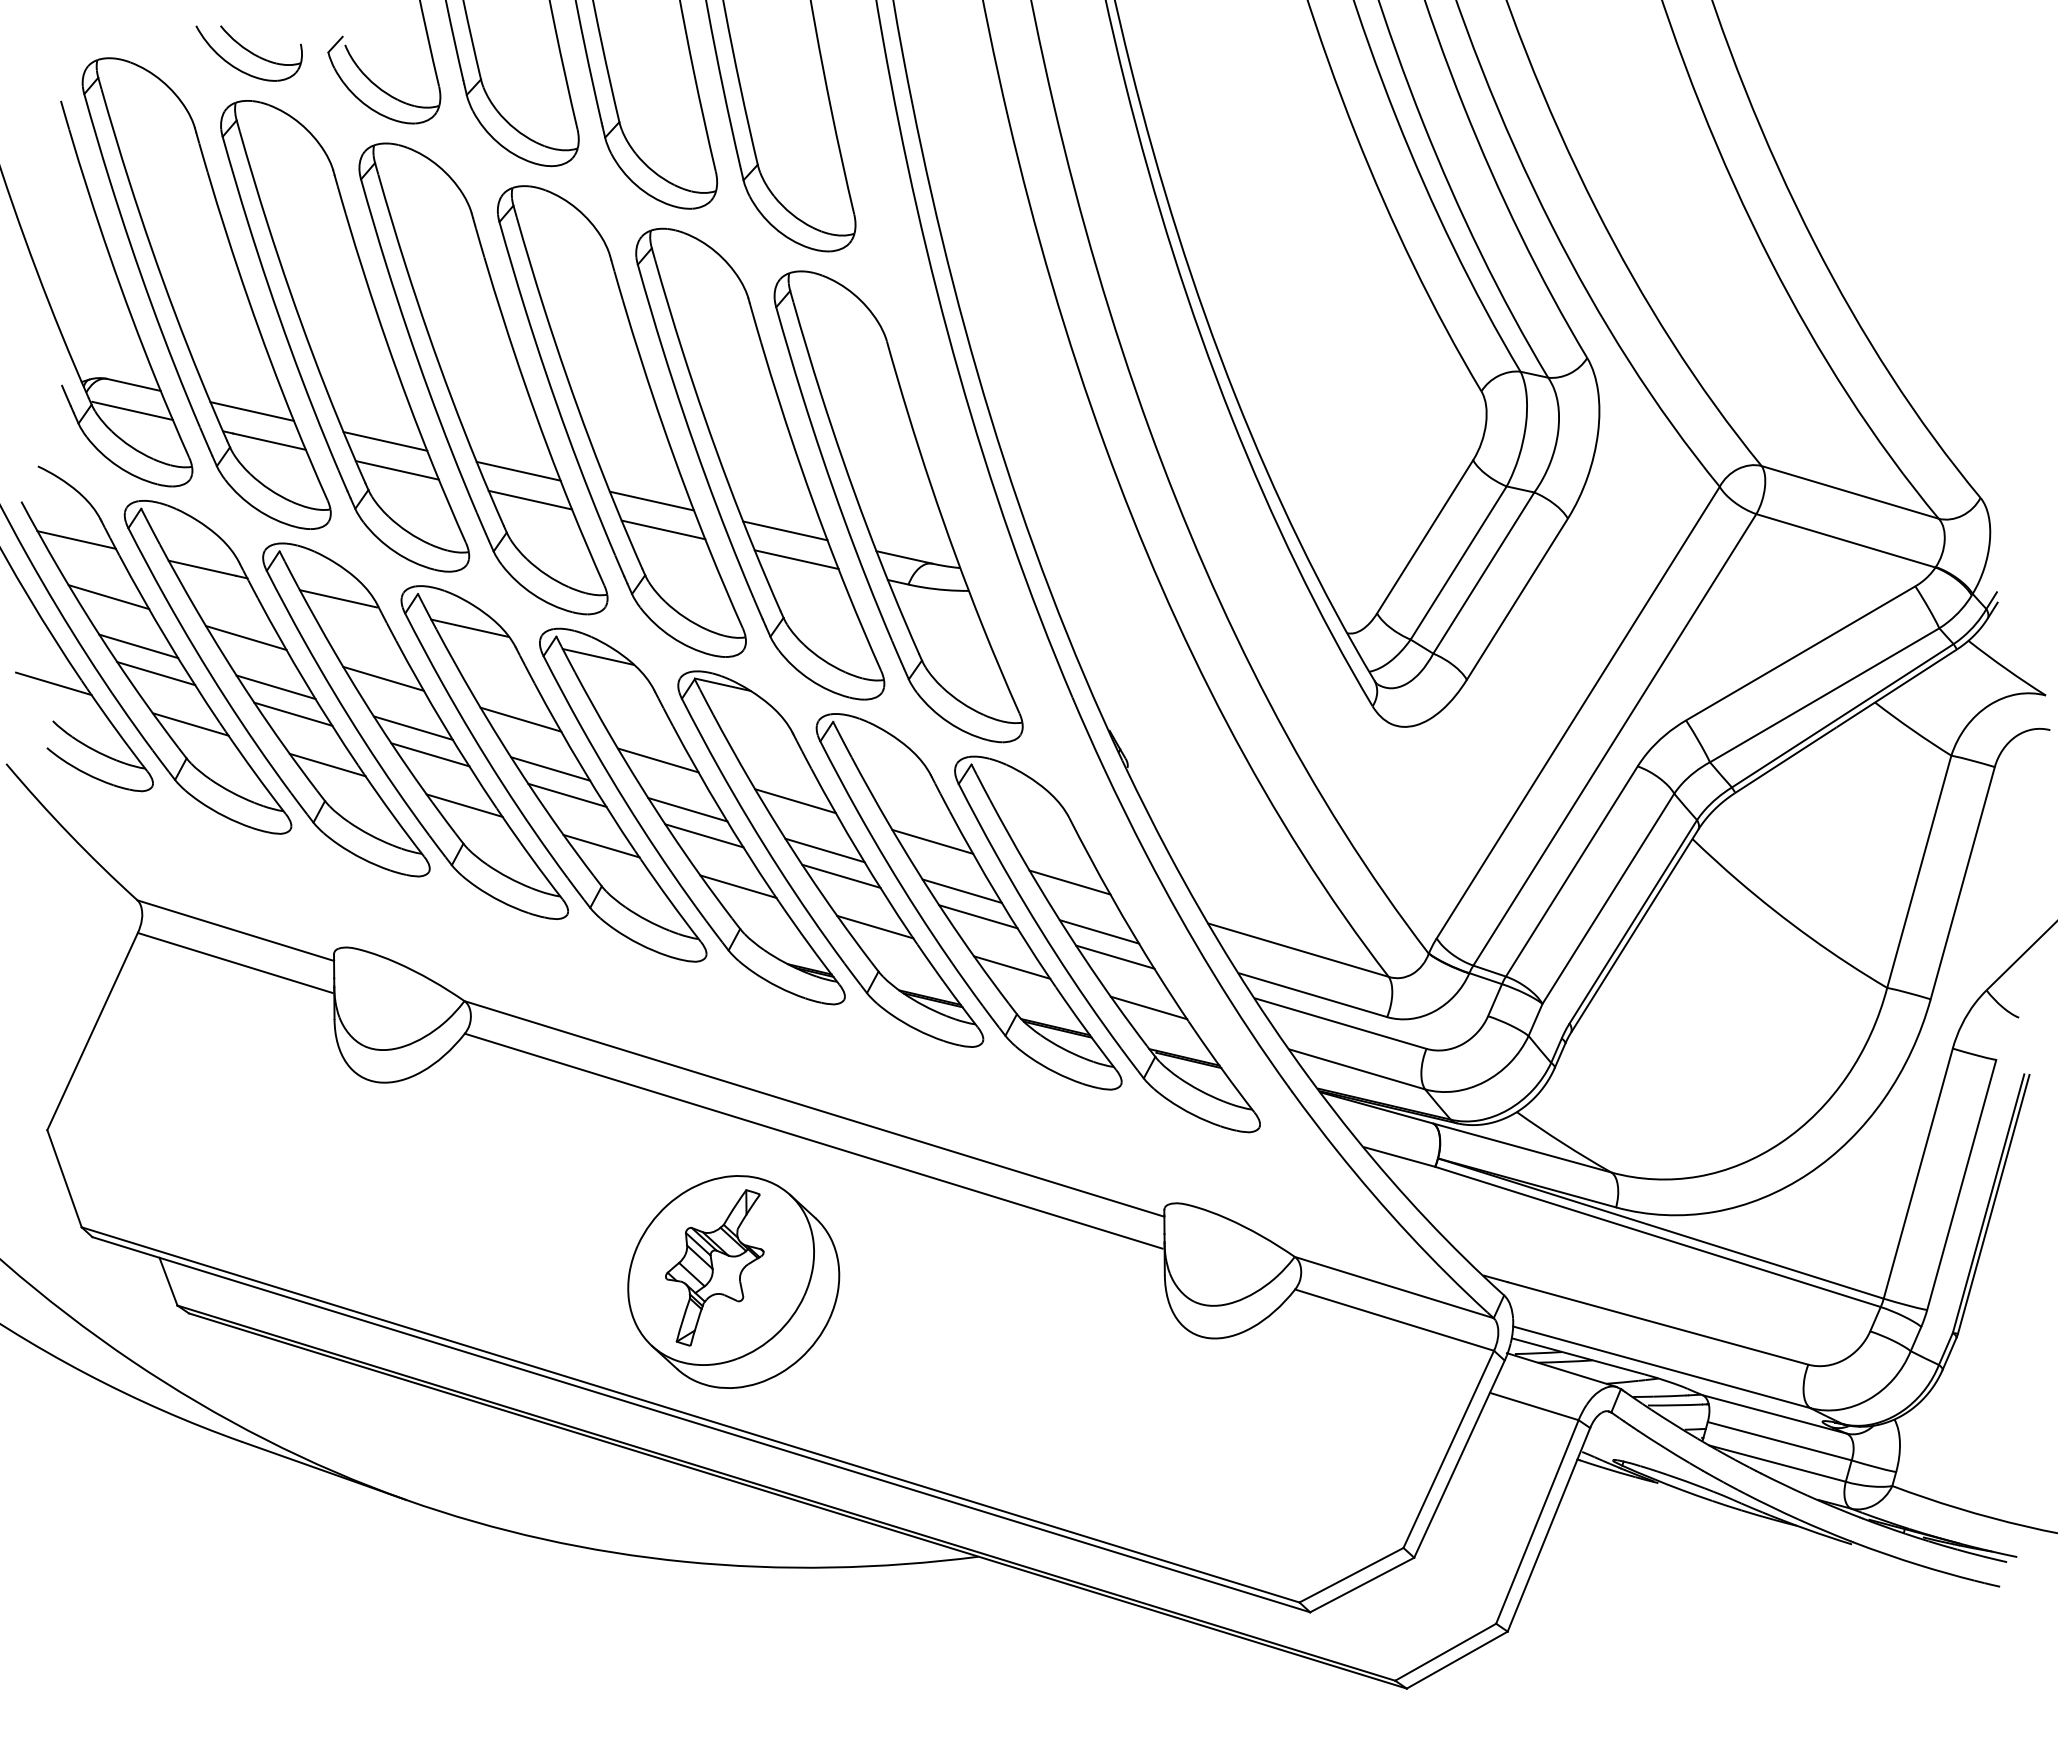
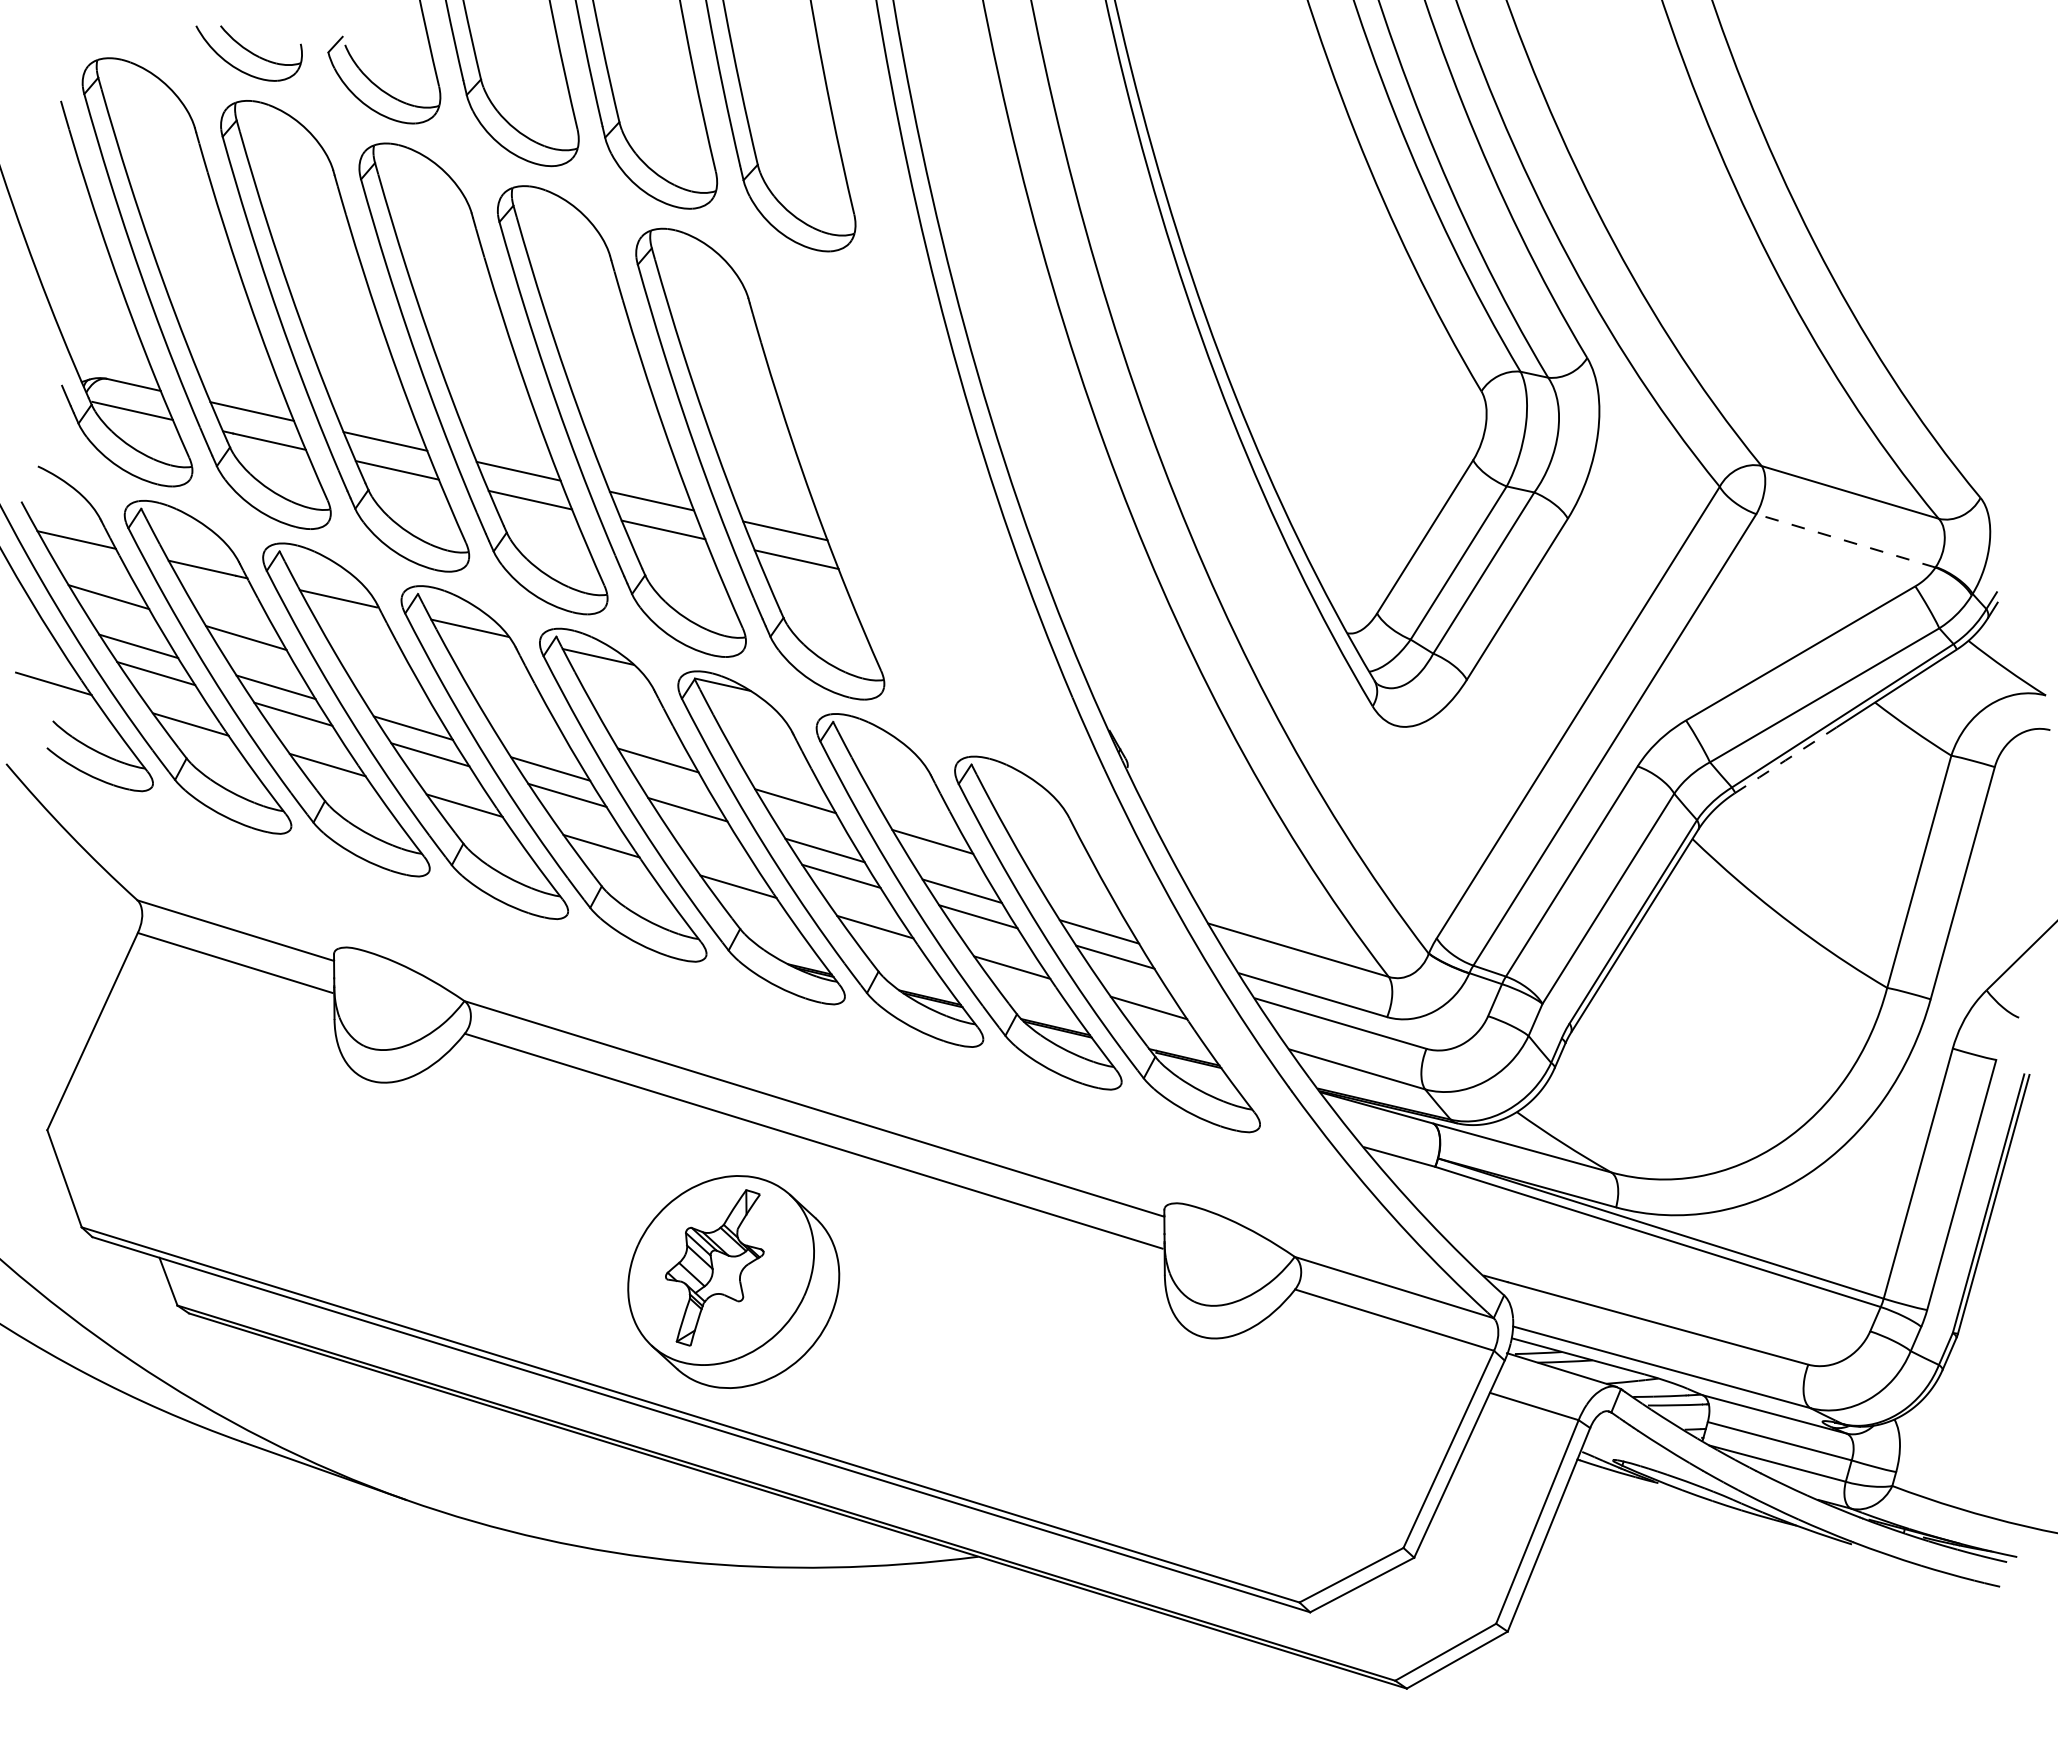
part at (898, 506): present -> none
line at (1845, 540): solid -> dashed
line at (383, 678): present -> none
line at (520, 719): present -> none
line at (1785, 760): solid -> dashed
line at (704, 835): present -> none
line at (1069, 882): present -> none
